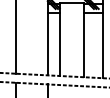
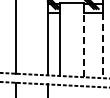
line at (83, 45): solid -> dashed
line at (103, 46): solid -> dashed
